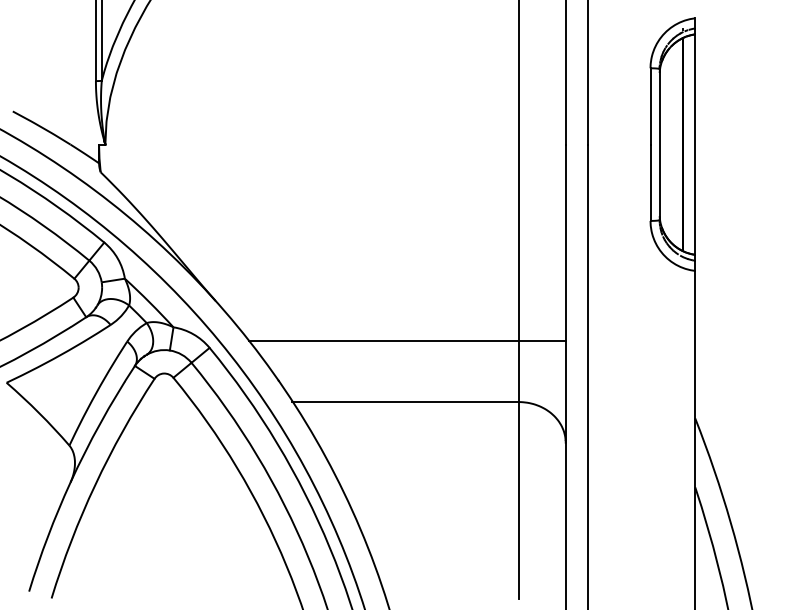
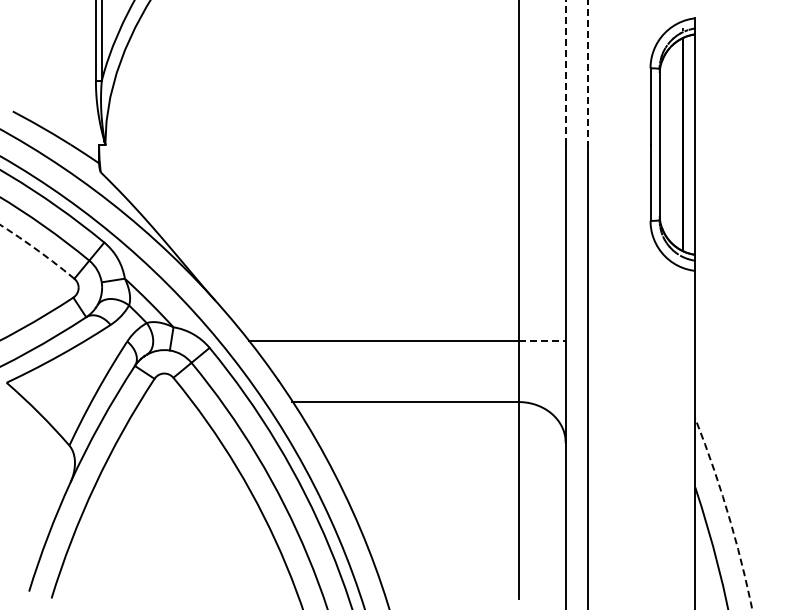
line at (565, 72): solid -> dashed
line at (588, 72): solid -> dashed
arc at (37, 250): solid -> dashed
line at (542, 341): solid -> dashed
arc at (727, 513): solid -> dashed
